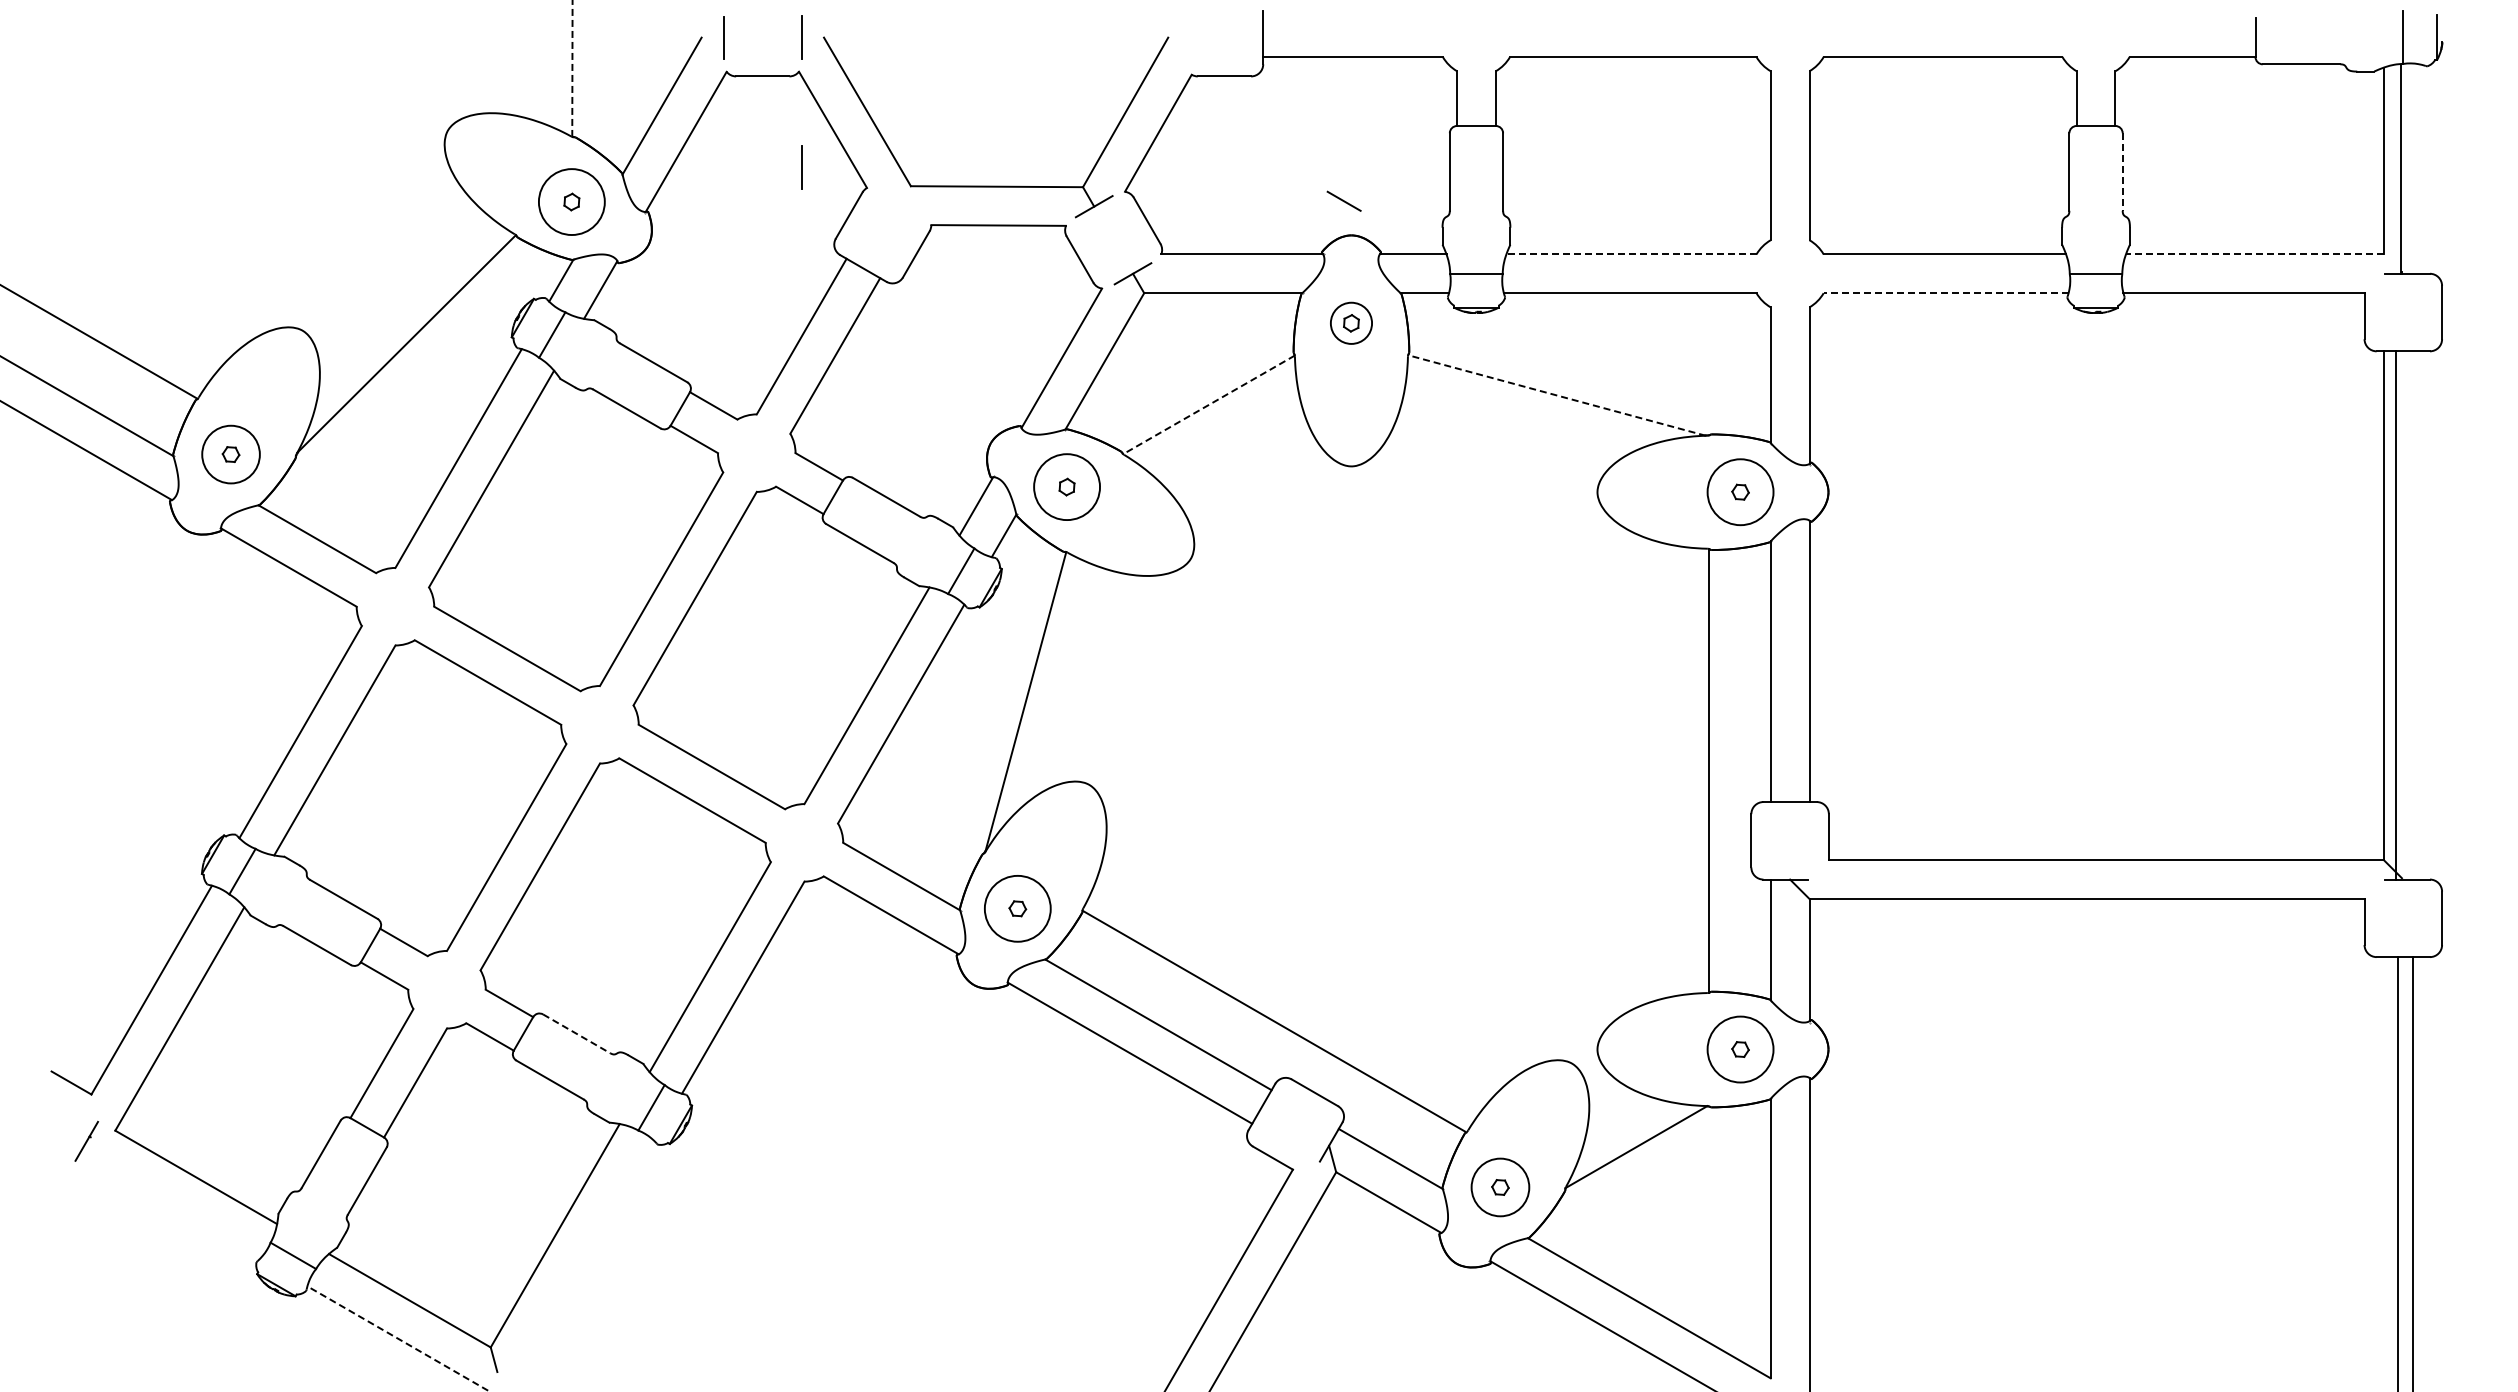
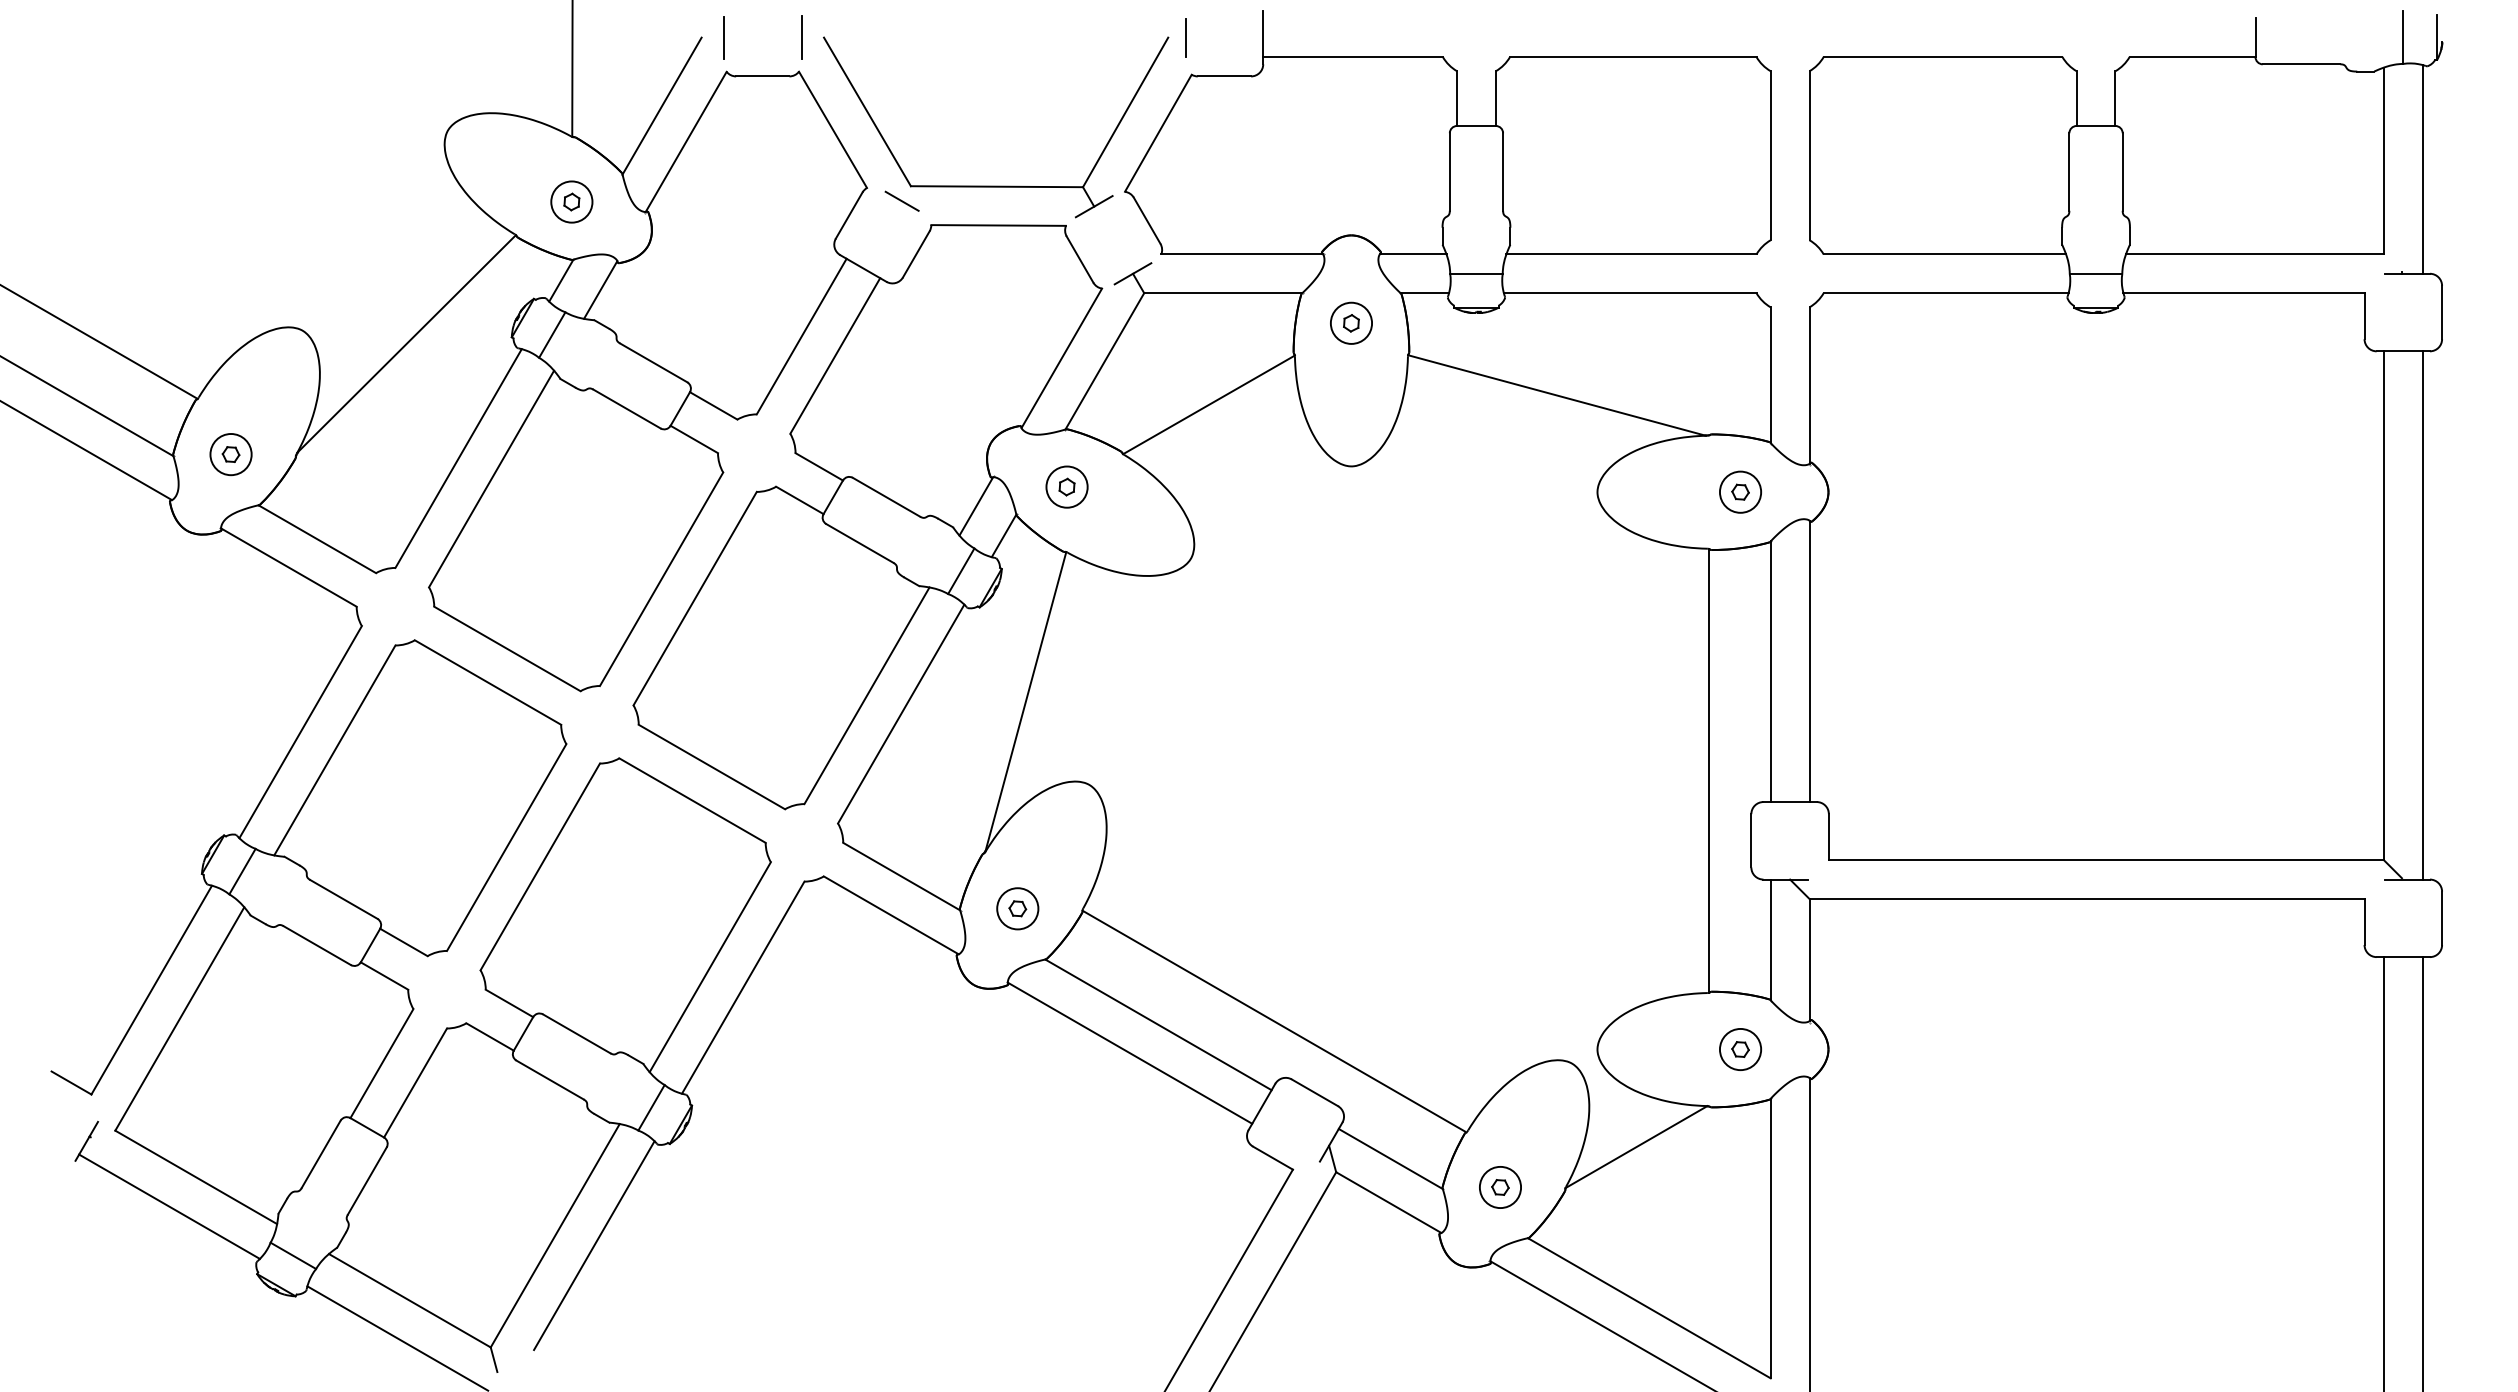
line at (1185, 37): none -> present
line at (572, 68): dashed -> solid
line at (801, 167): present -> none
line at (2400, 169) position: (2400, 169) -> (2422, 169)
line at (2122, 172): dashed -> solid
line at (1343, 200) position: (1343, 200) -> (901, 200)
circle at (571, 202) diameter: 66 px -> 41 px
line at (1630, 254): dashed -> solid
line at (2254, 254): dashed -> solid
line at (1945, 293): dashed -> solid
line at (1556, 395): dashed -> solid
line at (1208, 405): dashed -> solid
circle at (230, 454) diameter: 58 px -> 41 px
circle at (1067, 487) diameter: 66 px -> 41 px
circle at (1740, 492) diameter: 66 px -> 41 px
line at (2395, 615) position: (2395, 615) -> (2422, 615)
circle at (1017, 908) diameter: 66 px -> 41 px
line at (576, 1033): dashed -> solid
circle at (1740, 1049) diameter: 66 px -> 41 px
line at (2397, 1172) position: (2397, 1172) -> (2422, 1172)
line at (2412, 1172) position: (2412, 1172) -> (2383, 1172)
circle at (1500, 1187) diameter: 58 px -> 41 px
line at (169, 1206): none -> present
line at (594, 1245): none -> present
line at (397, 1338): dashed -> solid
